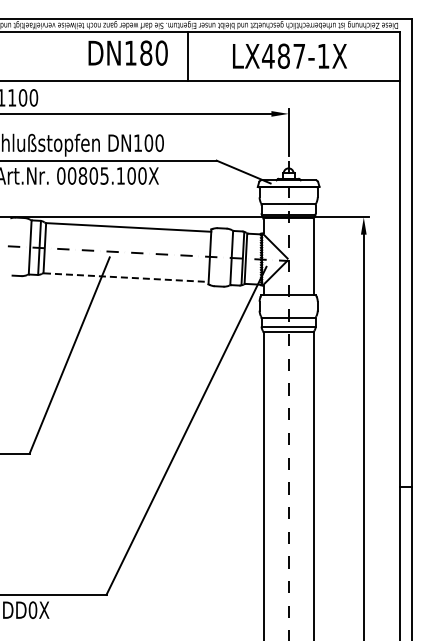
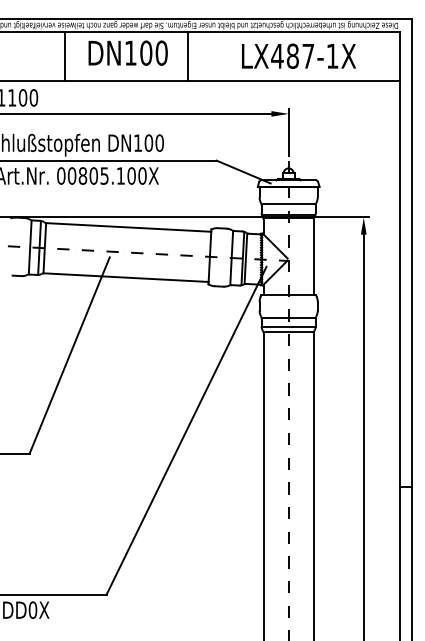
text at (146, 52): DN180 -> DN100
line at (64, 55): none -> present
text at (289, 55) position: (289, 55) -> (298, 55)
line at (126, 277): dashed -> solid
